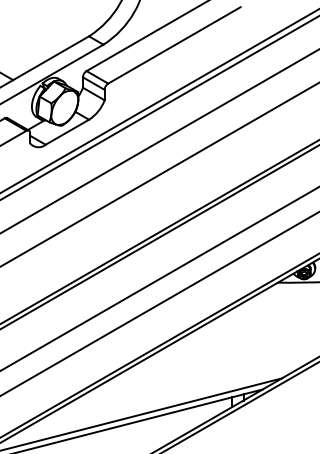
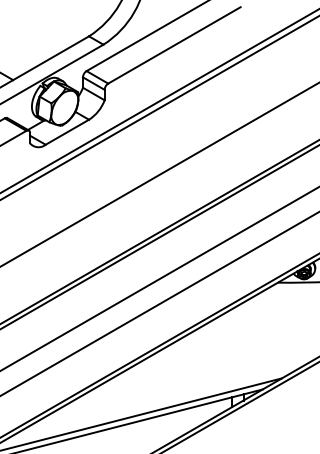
line at (159, 141): present -> none
